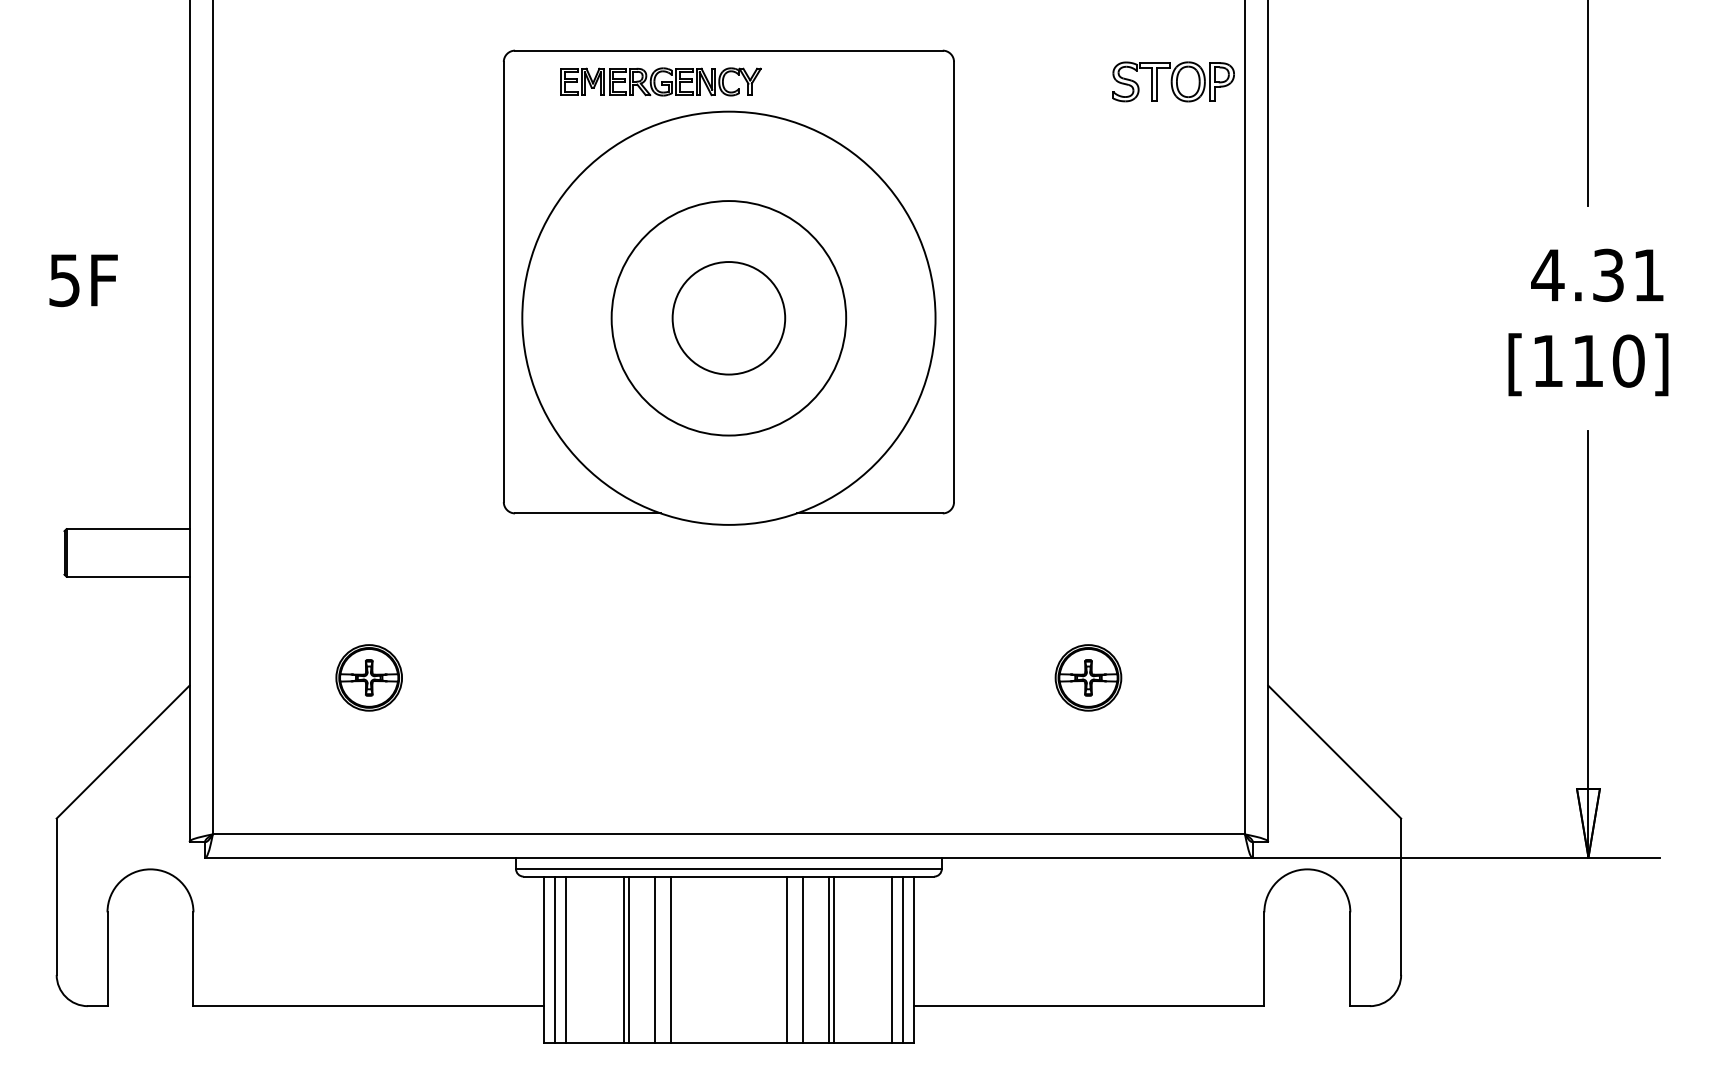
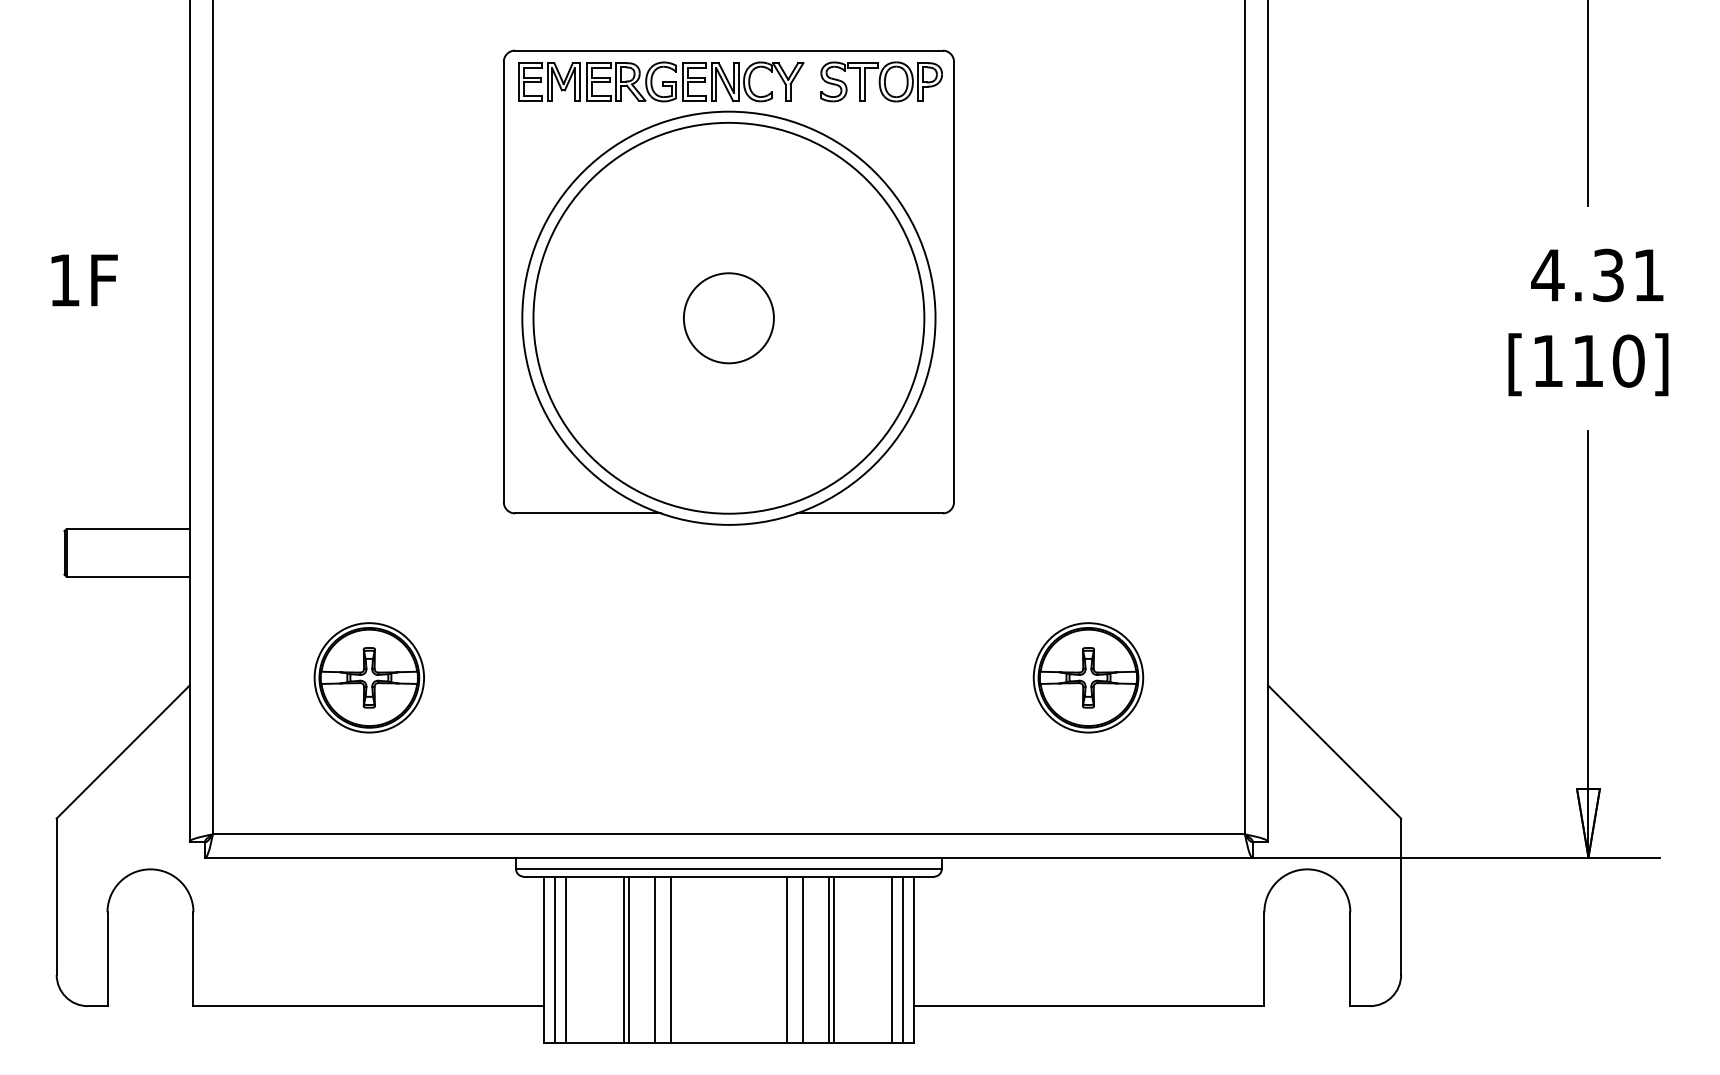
part at (660, 81) size: 202x30 px -> 287x42 px
part at (1173, 81) position: (1173, 81) -> (881, 81)
text at (64, 280): 5F -> 1F
circle at (728, 318) diameter: 113 px -> 90 px
circle at (728, 318) diameter: 235 px -> 391 px
part at (368, 677) size: 68x68 px -> 112x112 px
part at (1088, 677) size: 69x68 px -> 113x112 px
